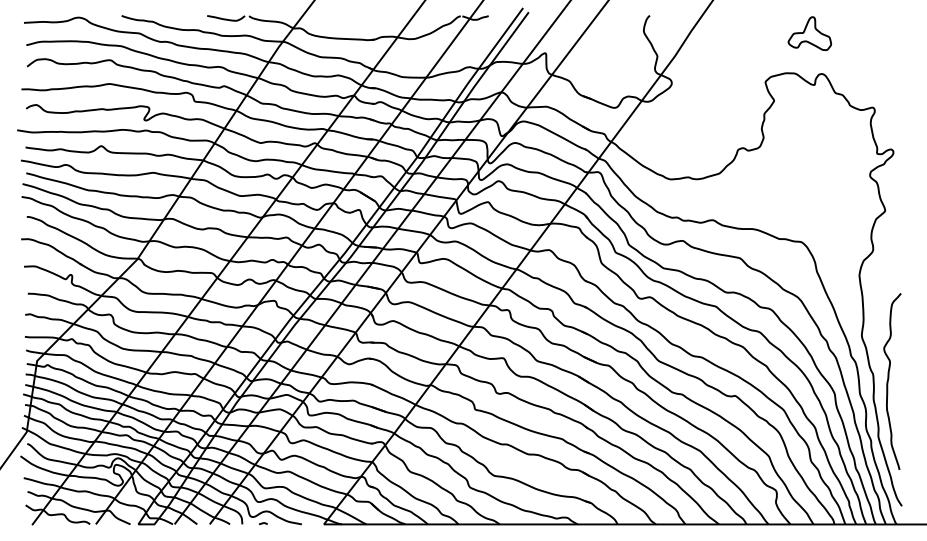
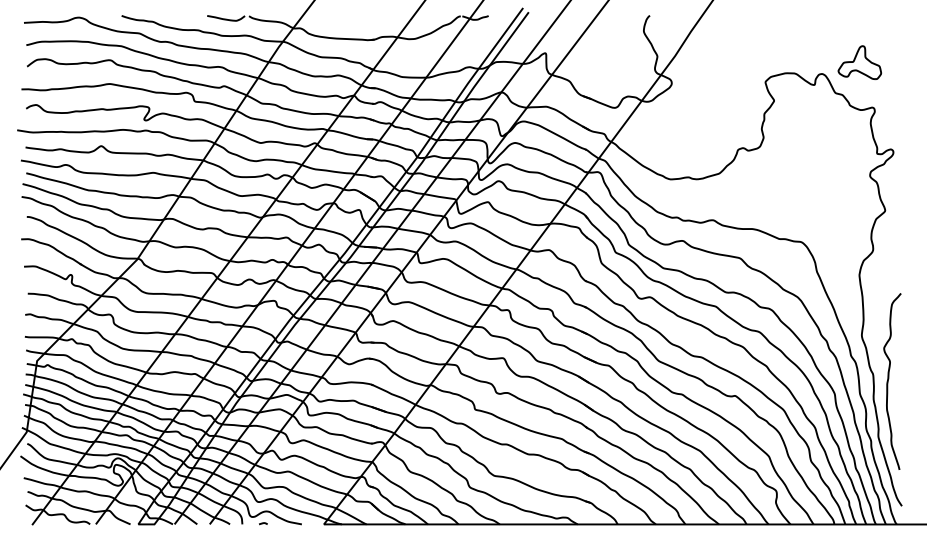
part at (809, 33) position: (809, 33) -> (859, 62)
